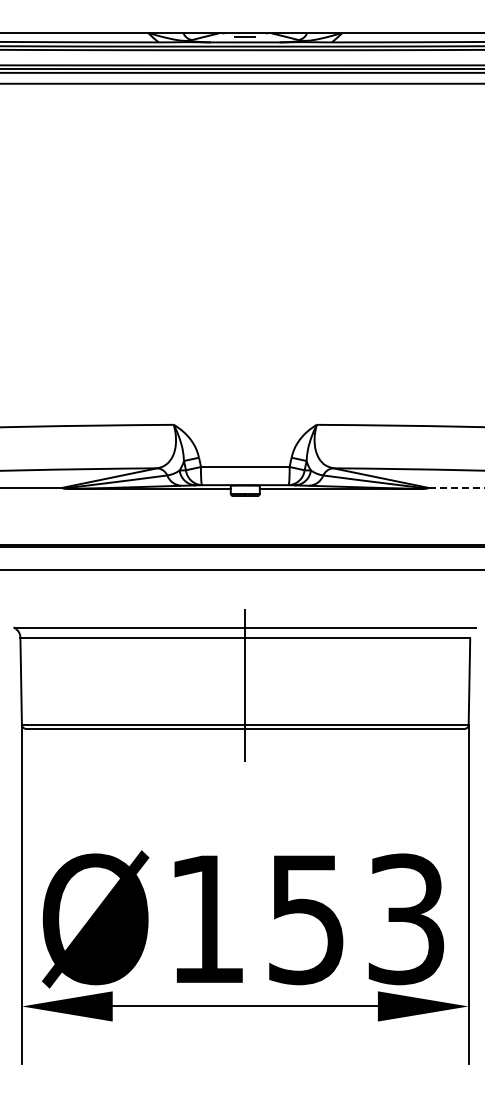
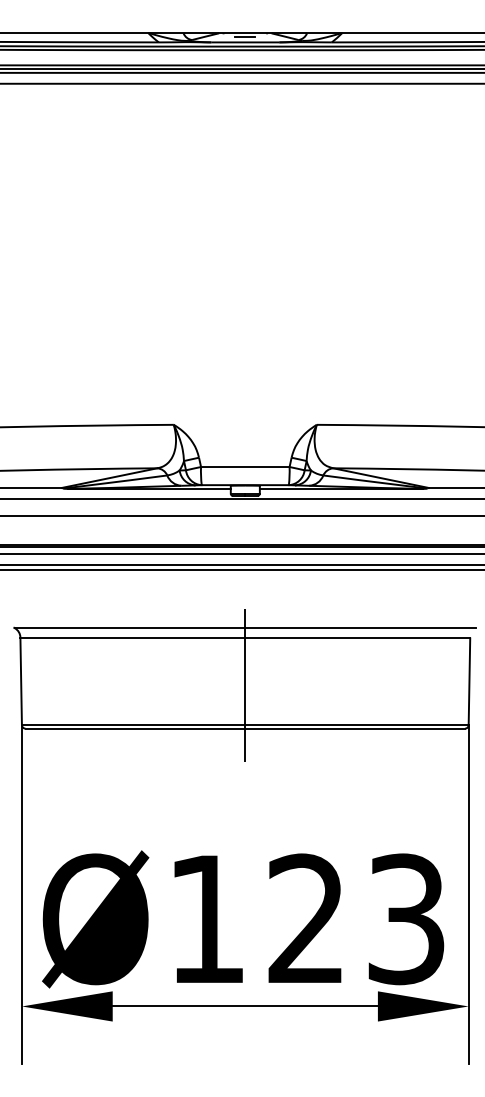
line at (456, 487): dashed -> solid
line at (241, 498): none -> present
line at (241, 516): none -> present
line at (241, 553): none -> present
line at (241, 565): none -> present
text at (305, 919): Ø153 -> Ø123
